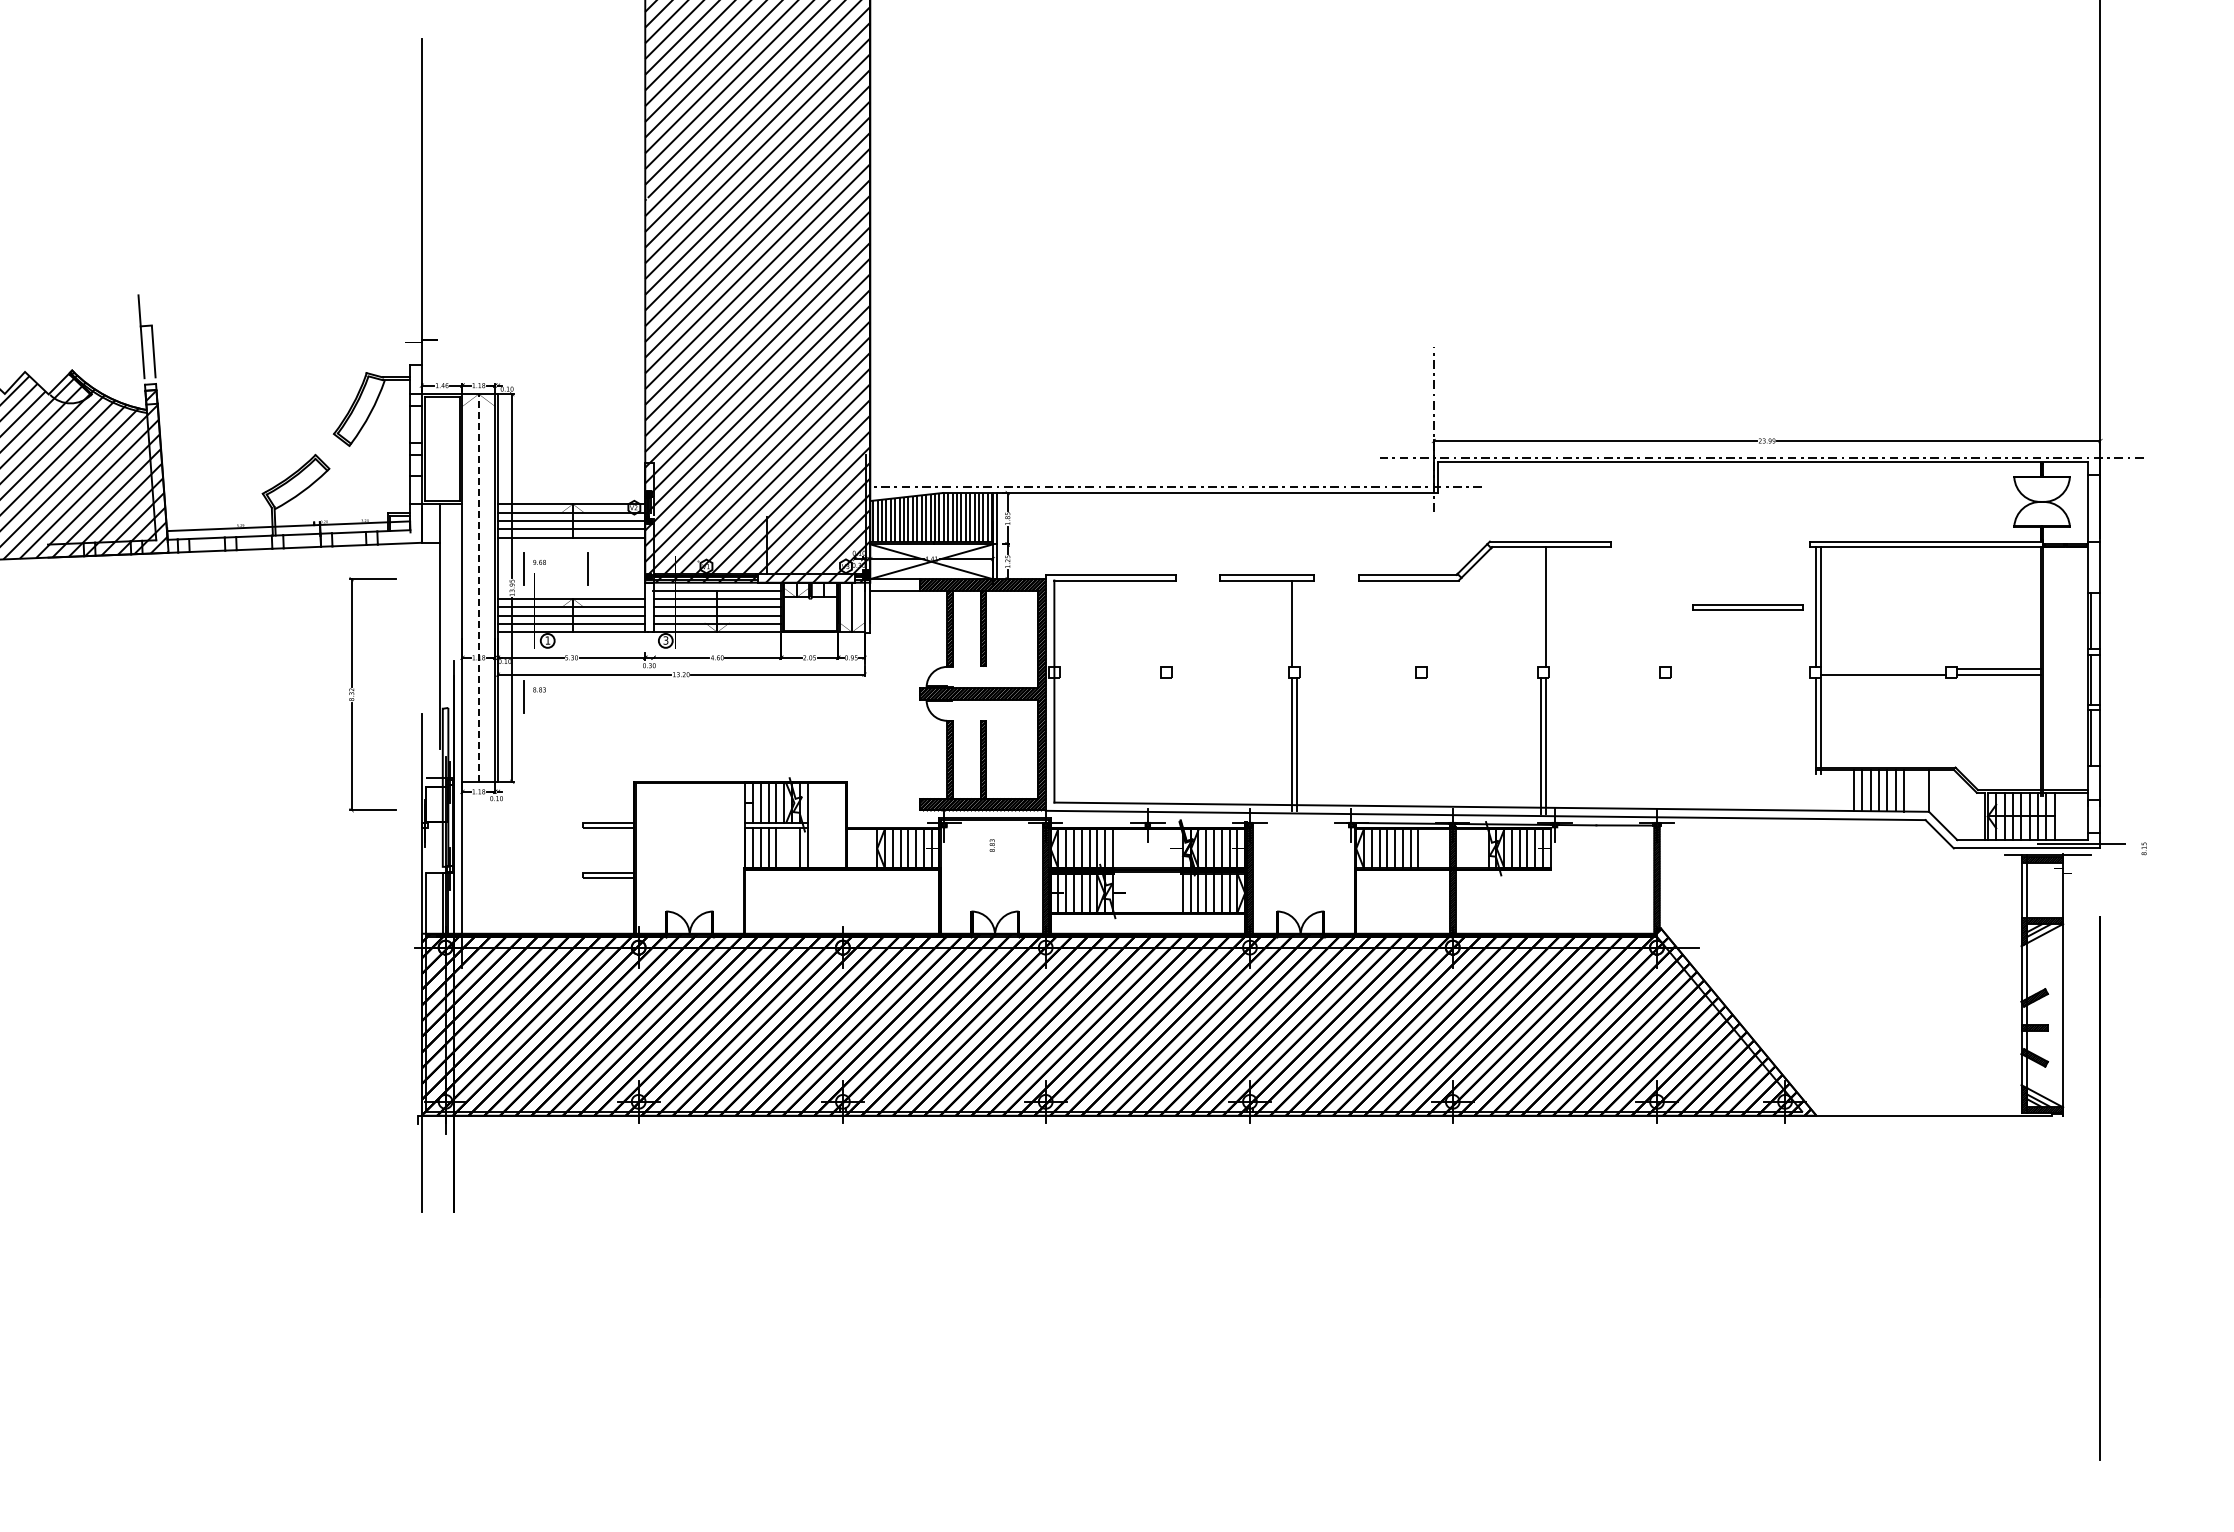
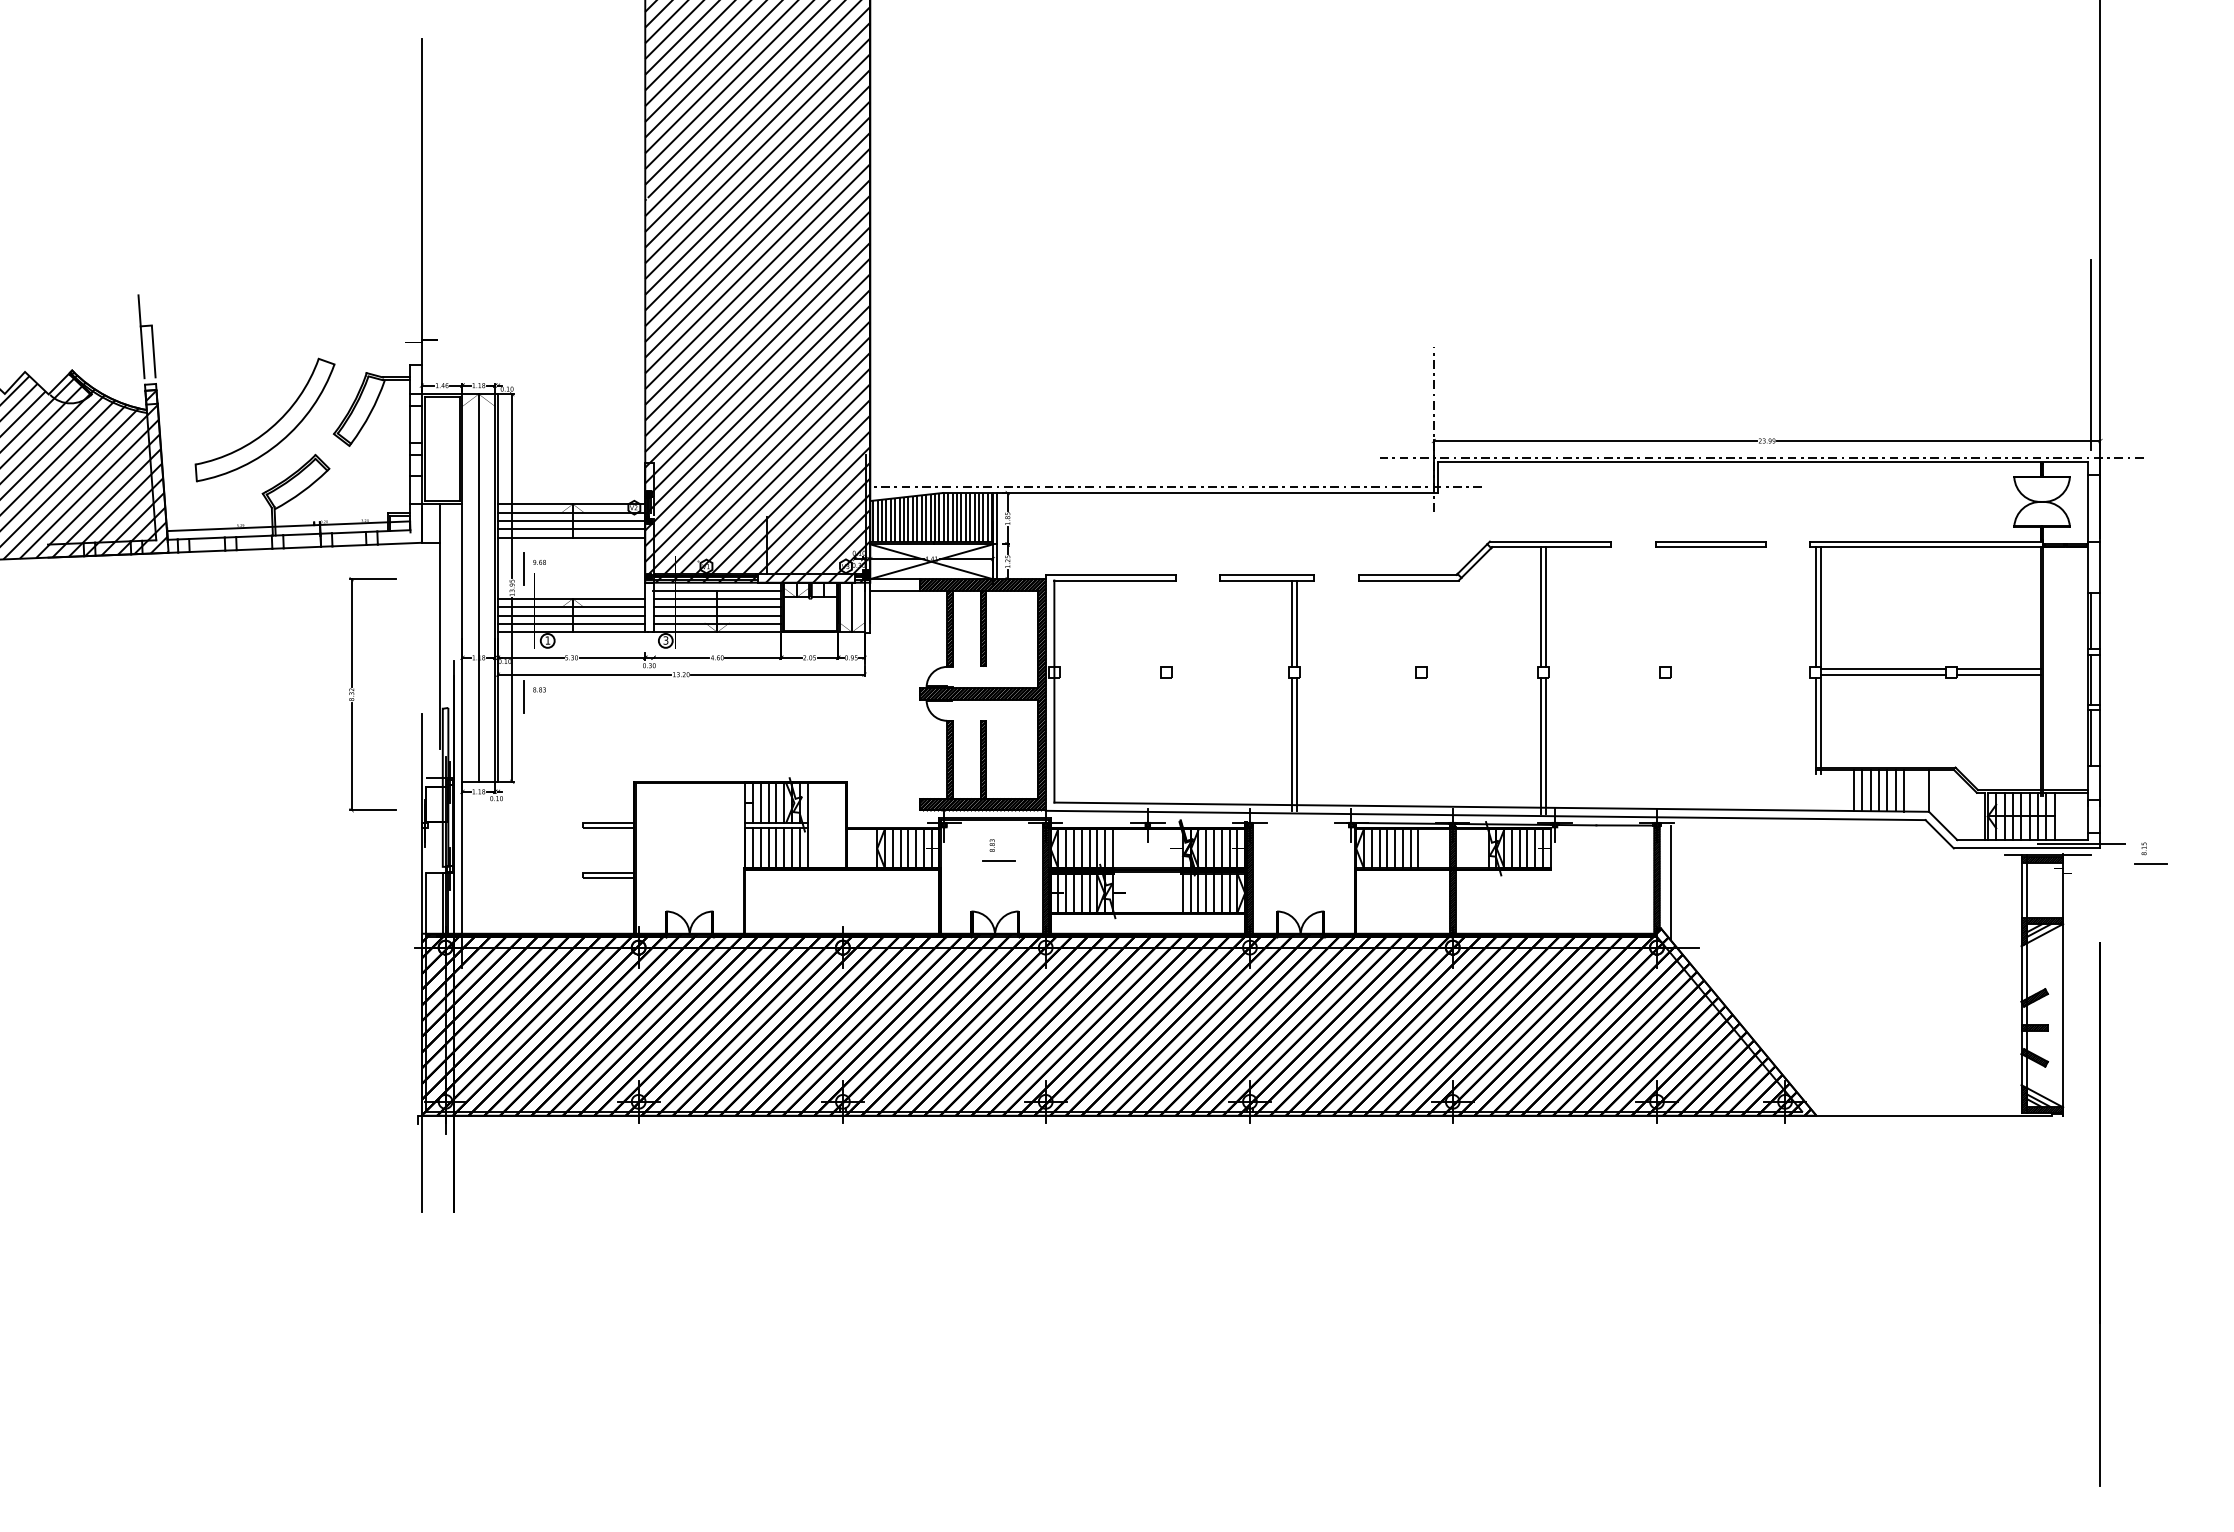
line at (2090, 354): none -> present
part at (271, 426): none -> present
line at (587, 568): present -> none
line at (478, 587): dashed -> solid
line at (1540, 606): none -> present
part at (1747, 607) position: (1747, 607) -> (1710, 544)
line at (1297, 623): none -> present
line at (1883, 669): none -> present
line at (784, 848): none -> present
line at (792, 848): none -> present
line at (998, 860): none -> present
line at (2150, 863): none -> present
line at (1670, 882): none -> present
line at (2099, 1188) position: (2099, 1188) -> (2099, 1214)
